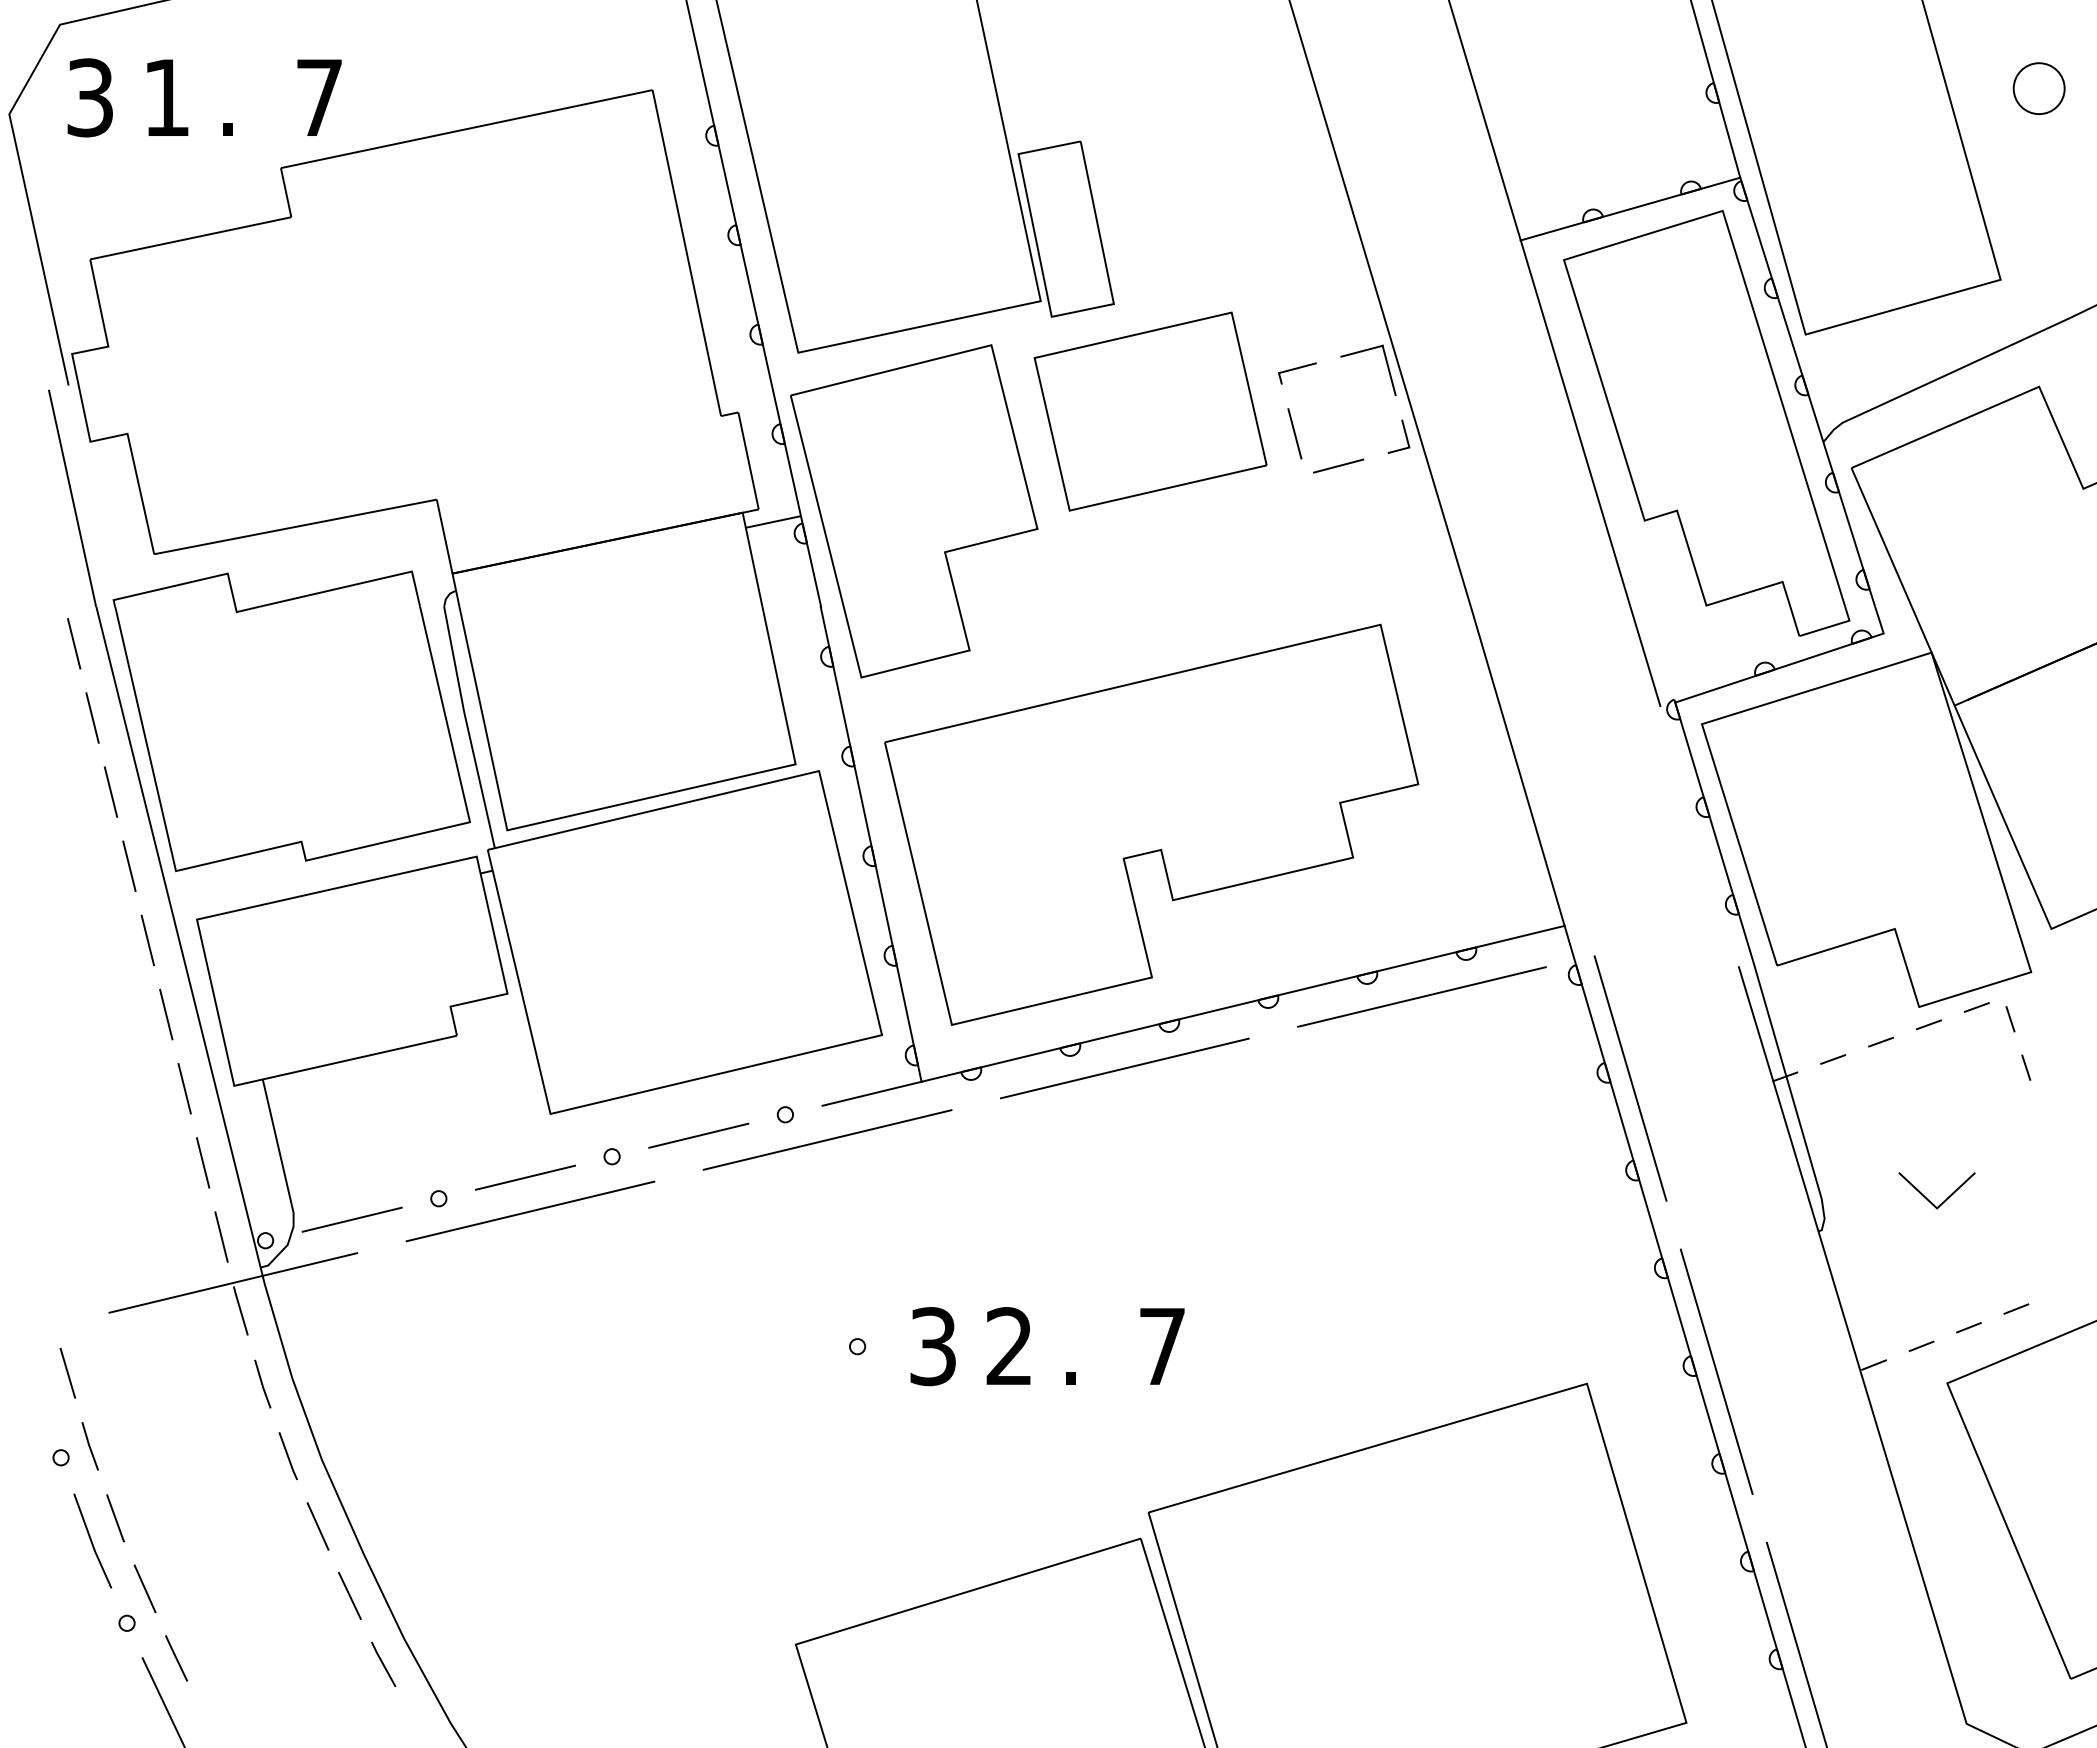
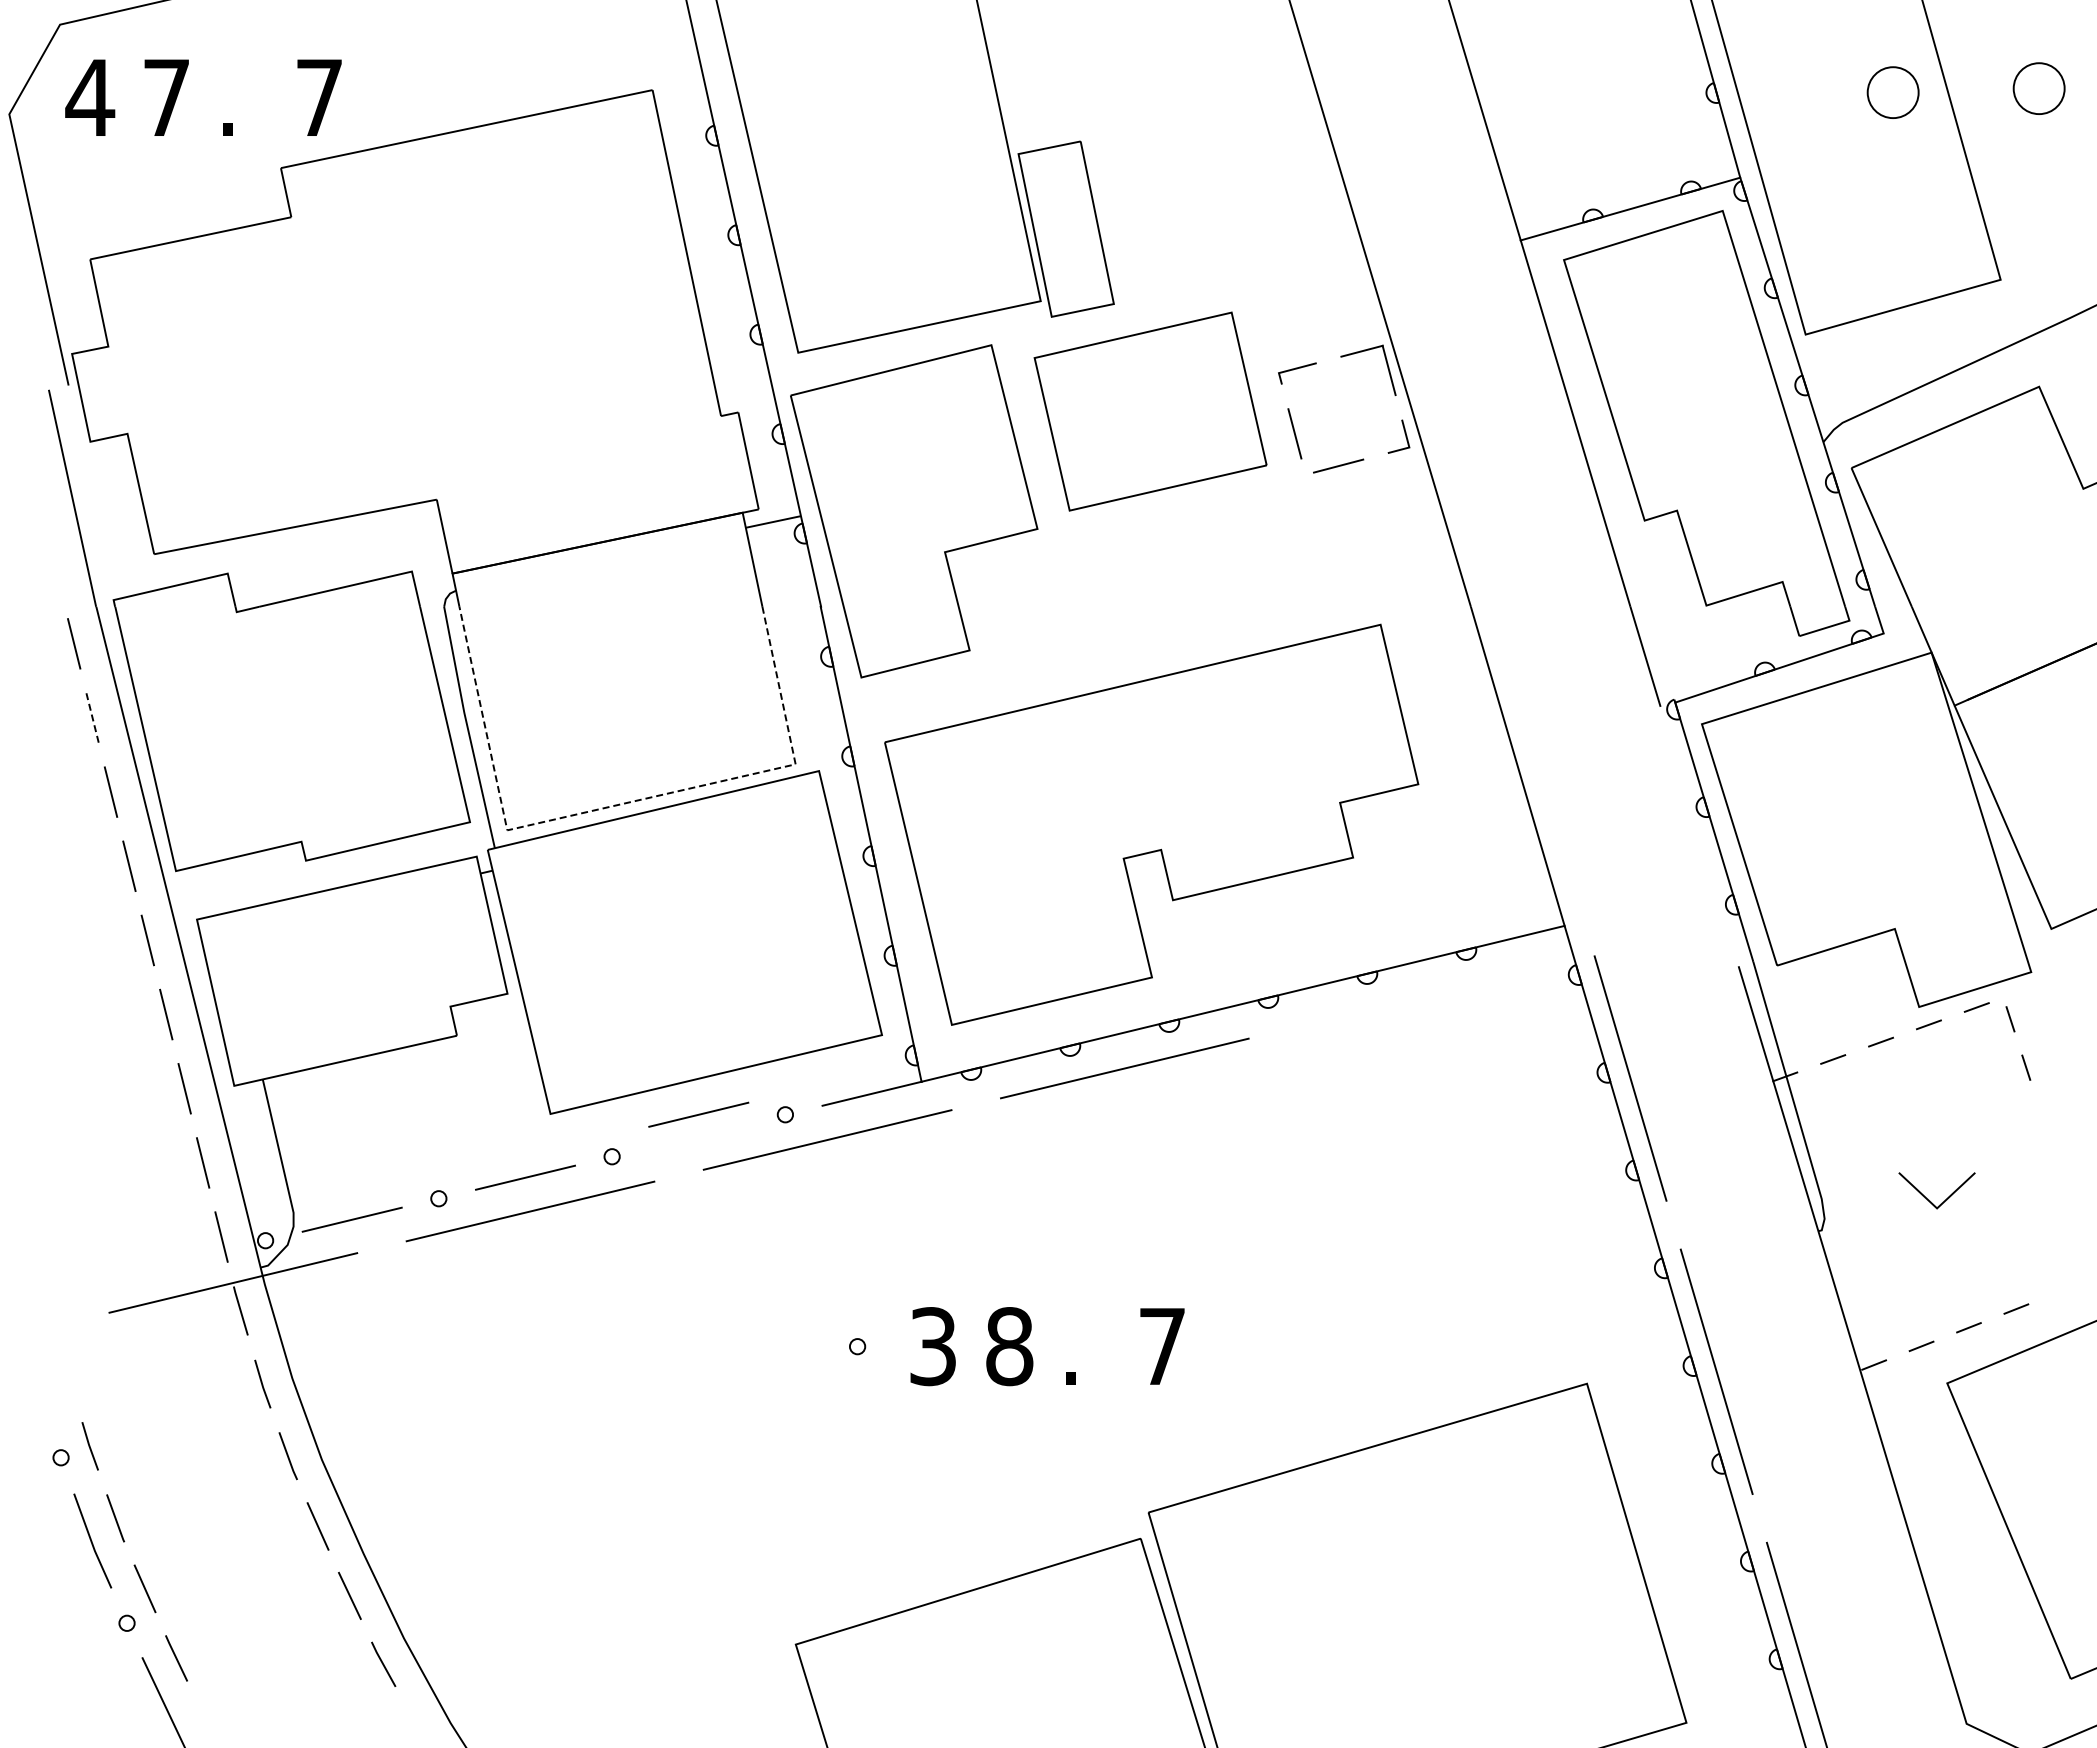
circle at (1892, 92): none -> present
text at (90, 97): 3 -> 4
text at (166, 97): 1 -> 7
line at (92, 717): solid -> dashed
line at (618, 804): solid -> dashed
line at (1421, 996): present -> none
line at (698, 1135) position: (698, 1135) -> (698, 1114)
text at (1009, 1346): 2 -> 8
line at (67, 1372): present -> none
